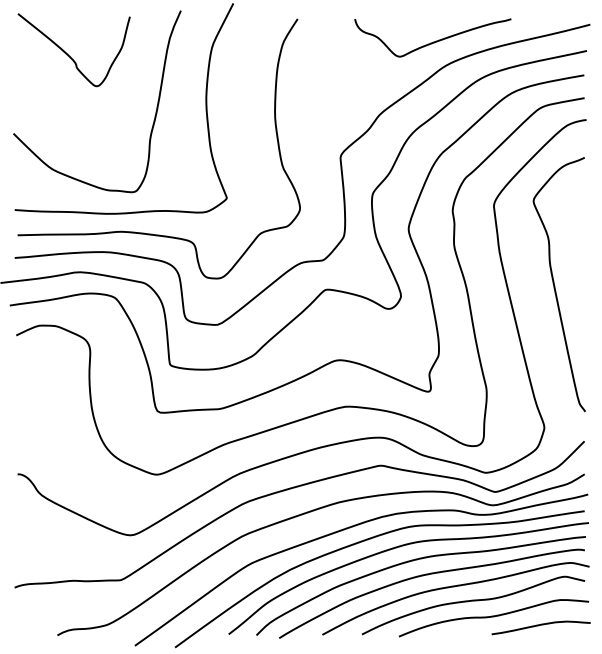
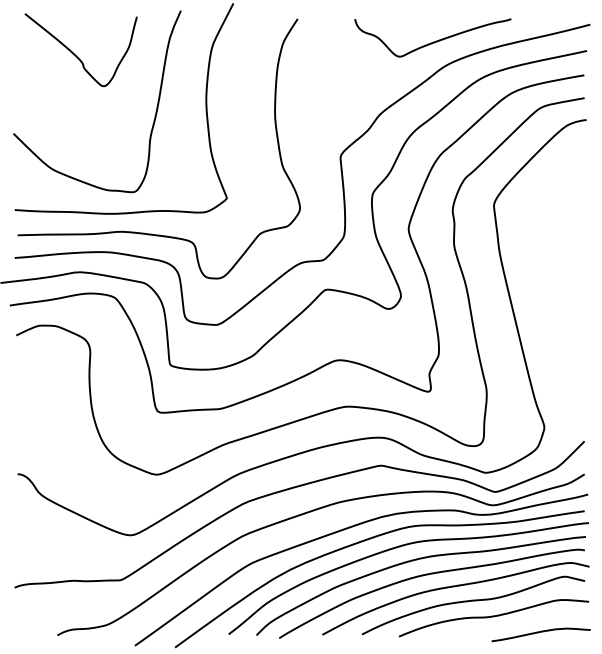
curve at (68, 54) position: (68, 54) -> (75, 54)
curve at (555, 285): present -> none
curve at (540, 625) position: (540, 625) -> (540, 632)
